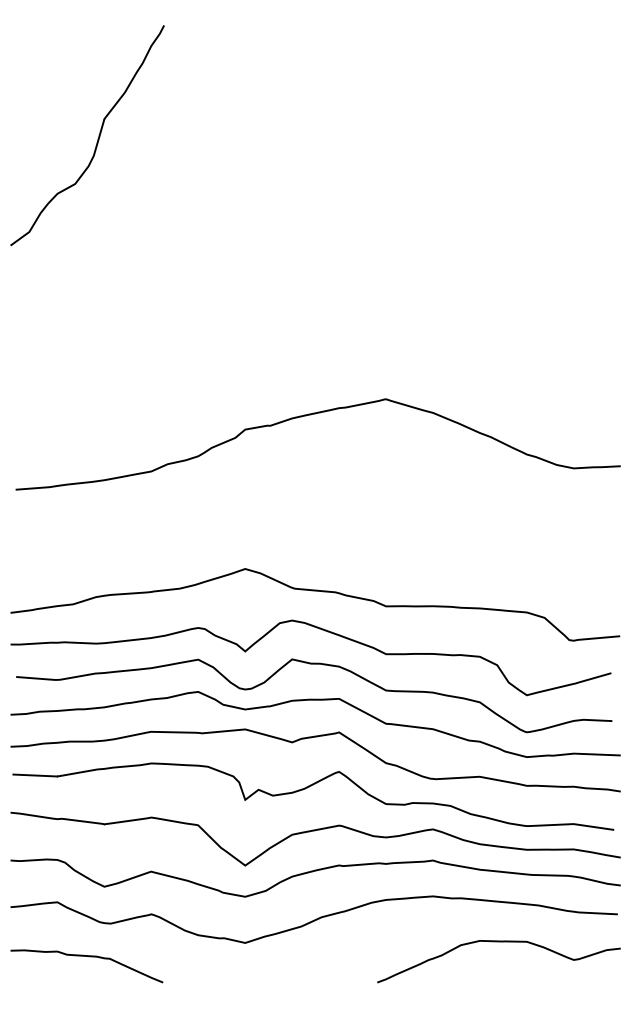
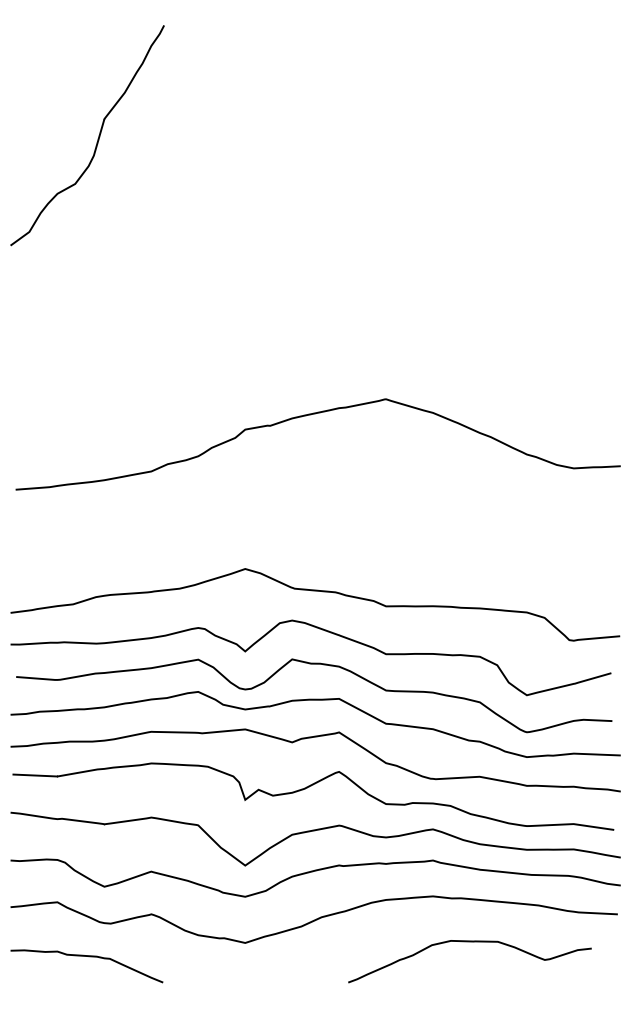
curve at (498, 942) position: (498, 942) -> (469, 942)
